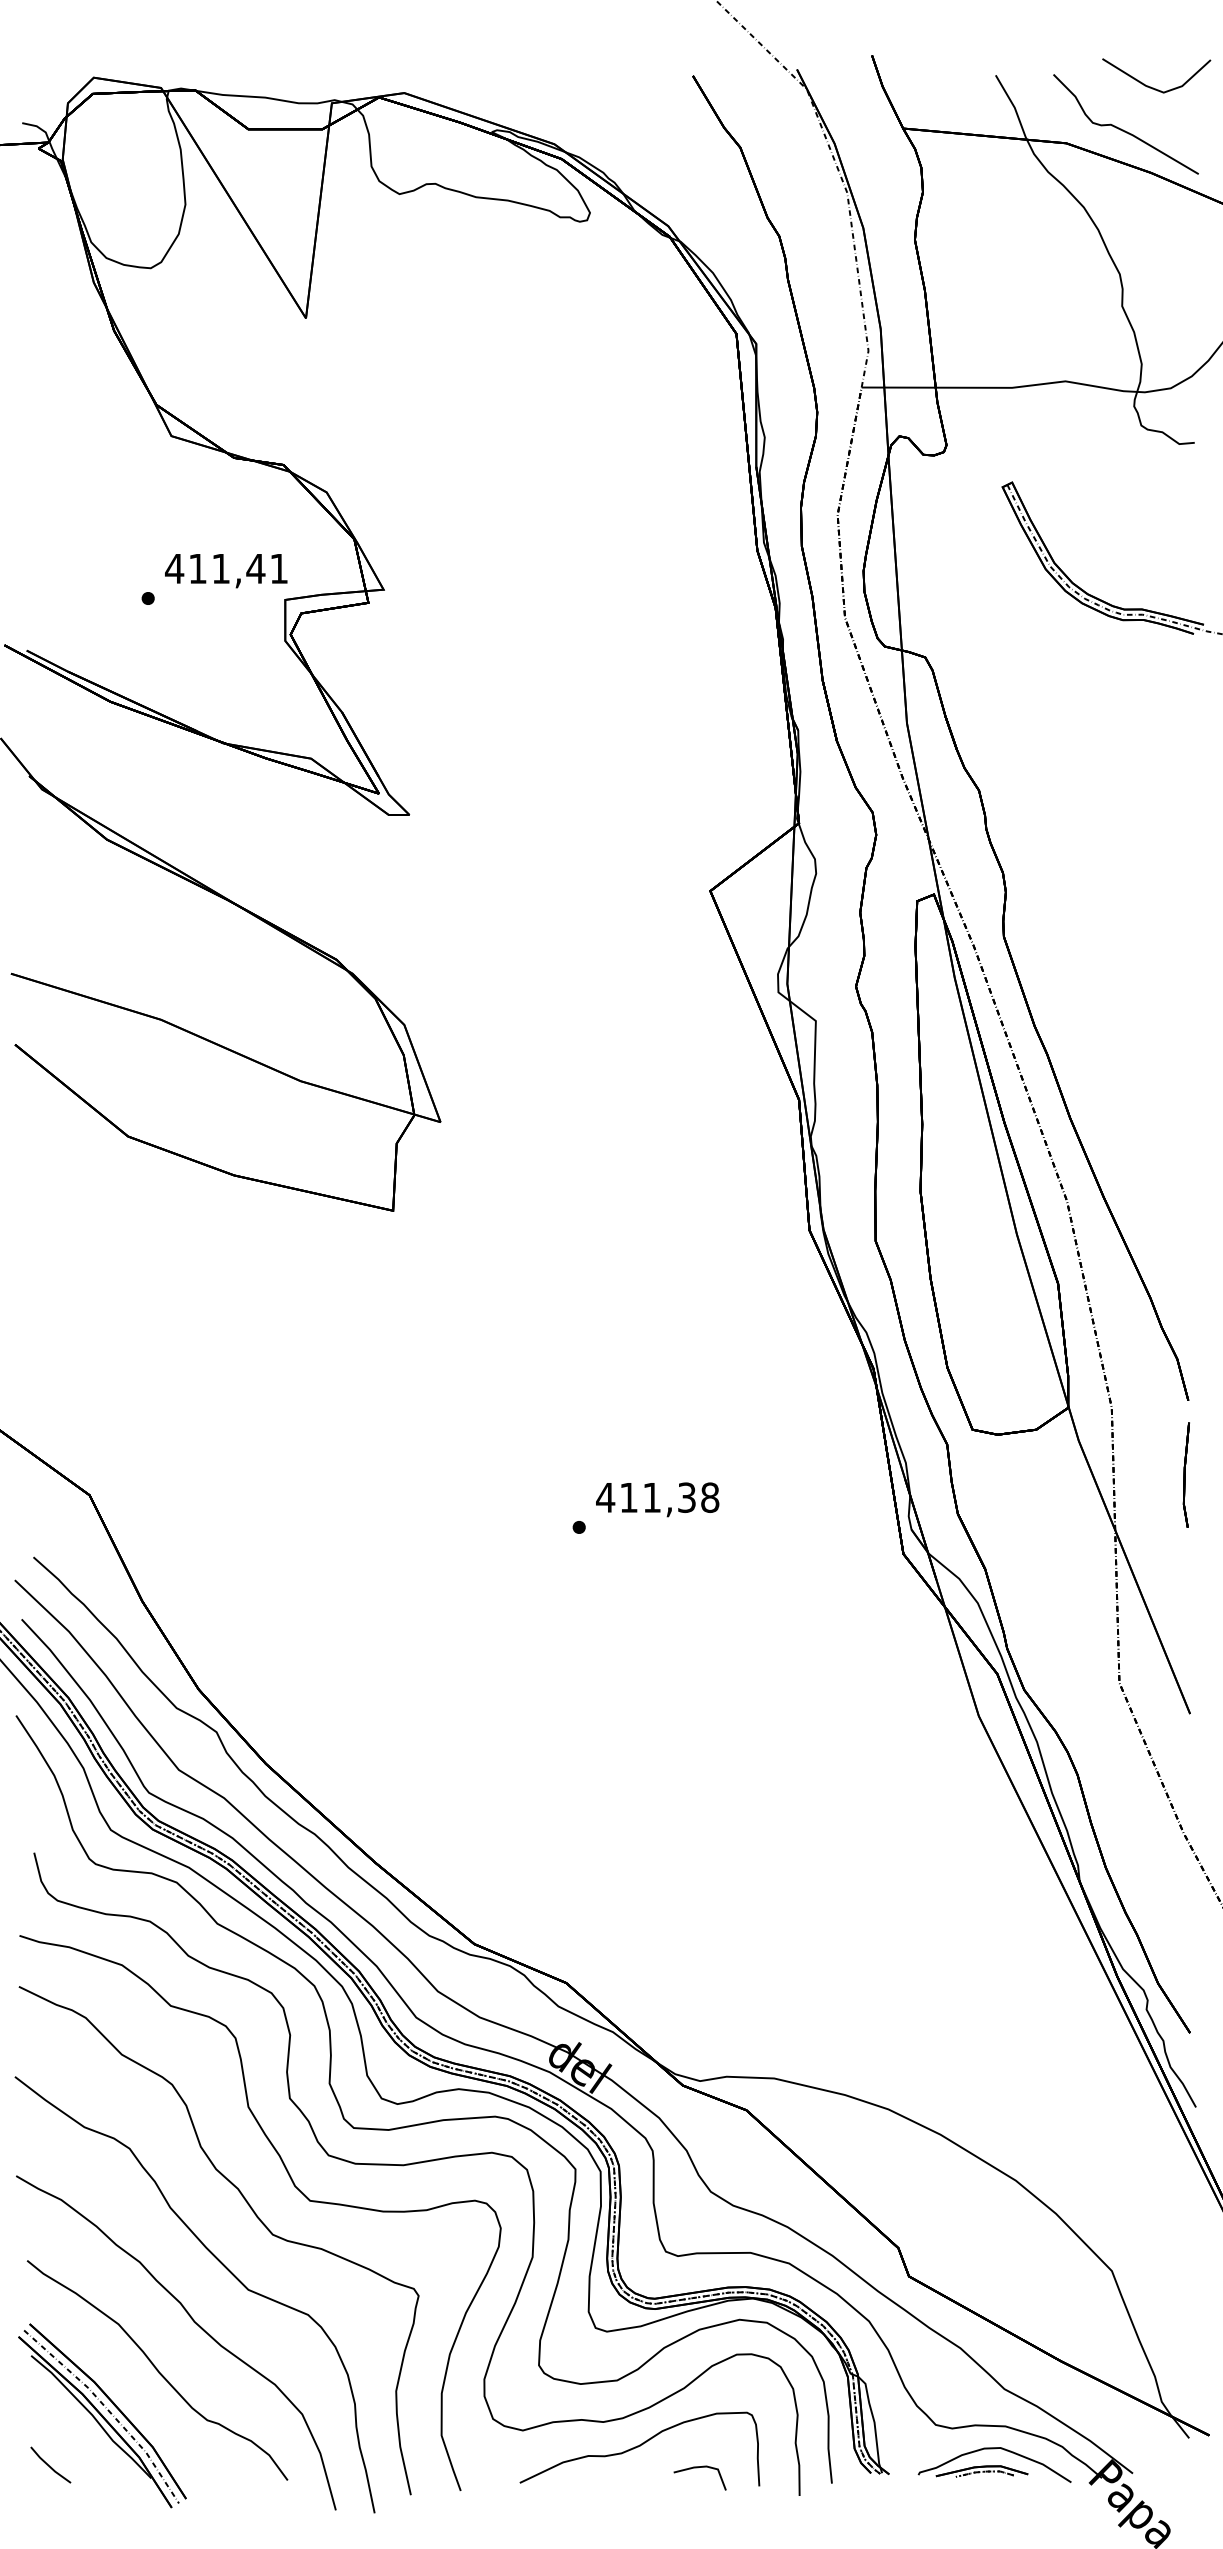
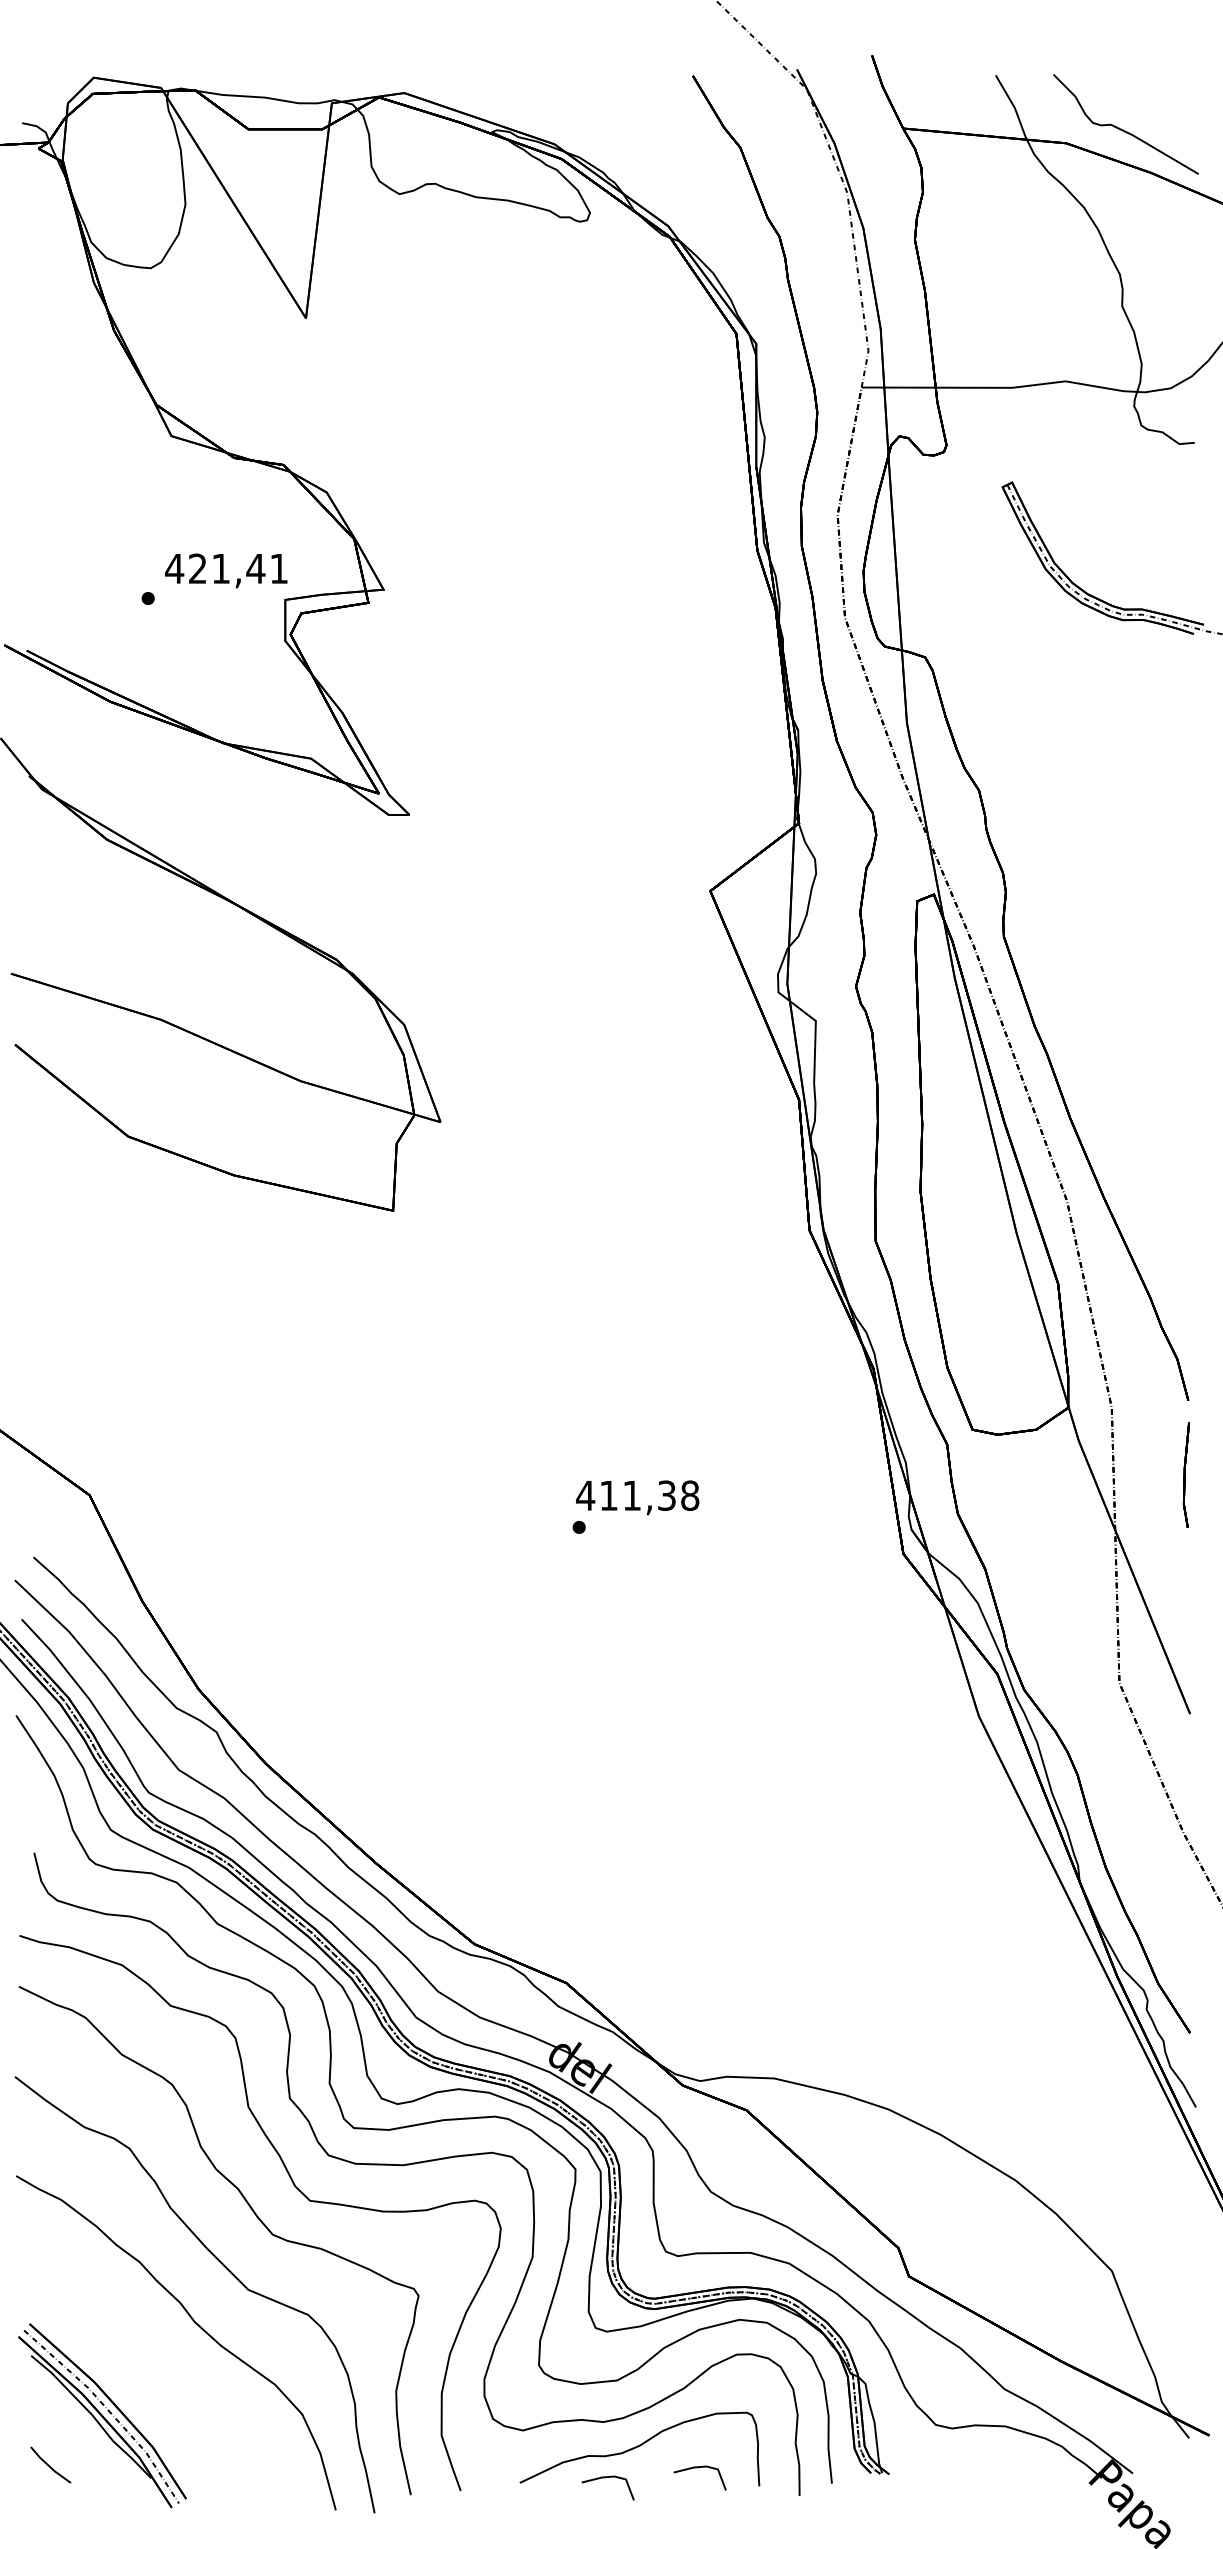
line at (1153, 87): present -> none
text at (197, 568): 411,41 -> 421,41
text at (657, 1499) position: (657, 1499) -> (637, 1497)
curve at (157, 2370): present -> none
part at (994, 2464): present -> none
line at (606, 2478): none -> present
